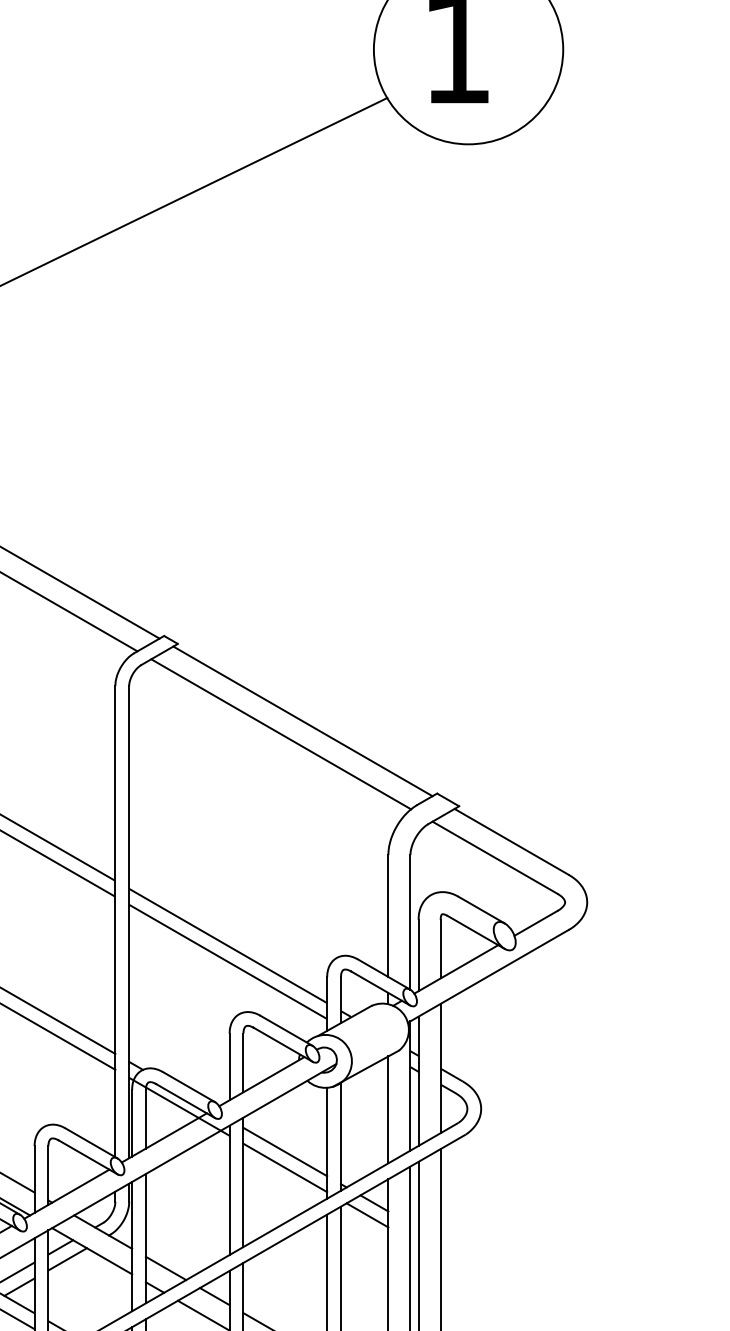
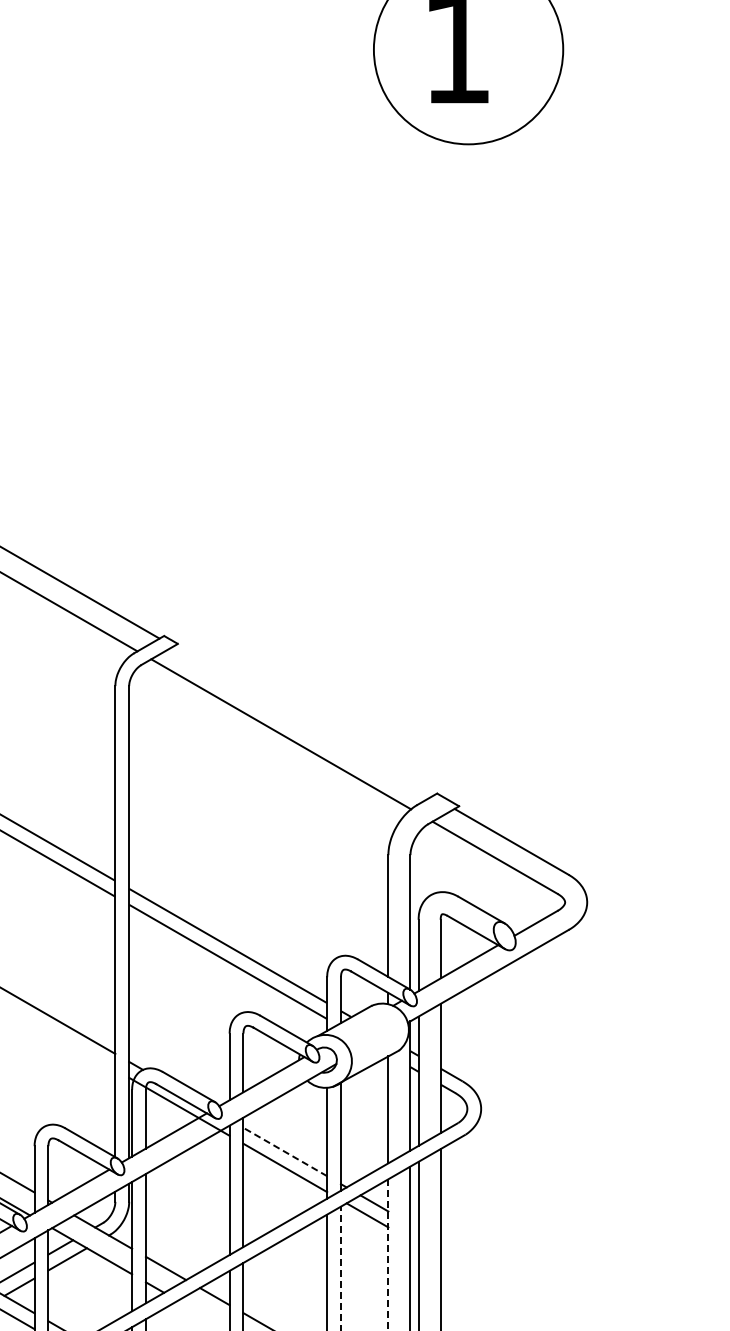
line at (194, 190): present -> none
line at (302, 721): present -> none
line at (58, 1036): present -> none
line at (284, 1151): solid -> dashed
line at (388, 1255): solid -> dashed
line at (340, 1268): solid -> dashed
line at (200, 1313): present -> none
